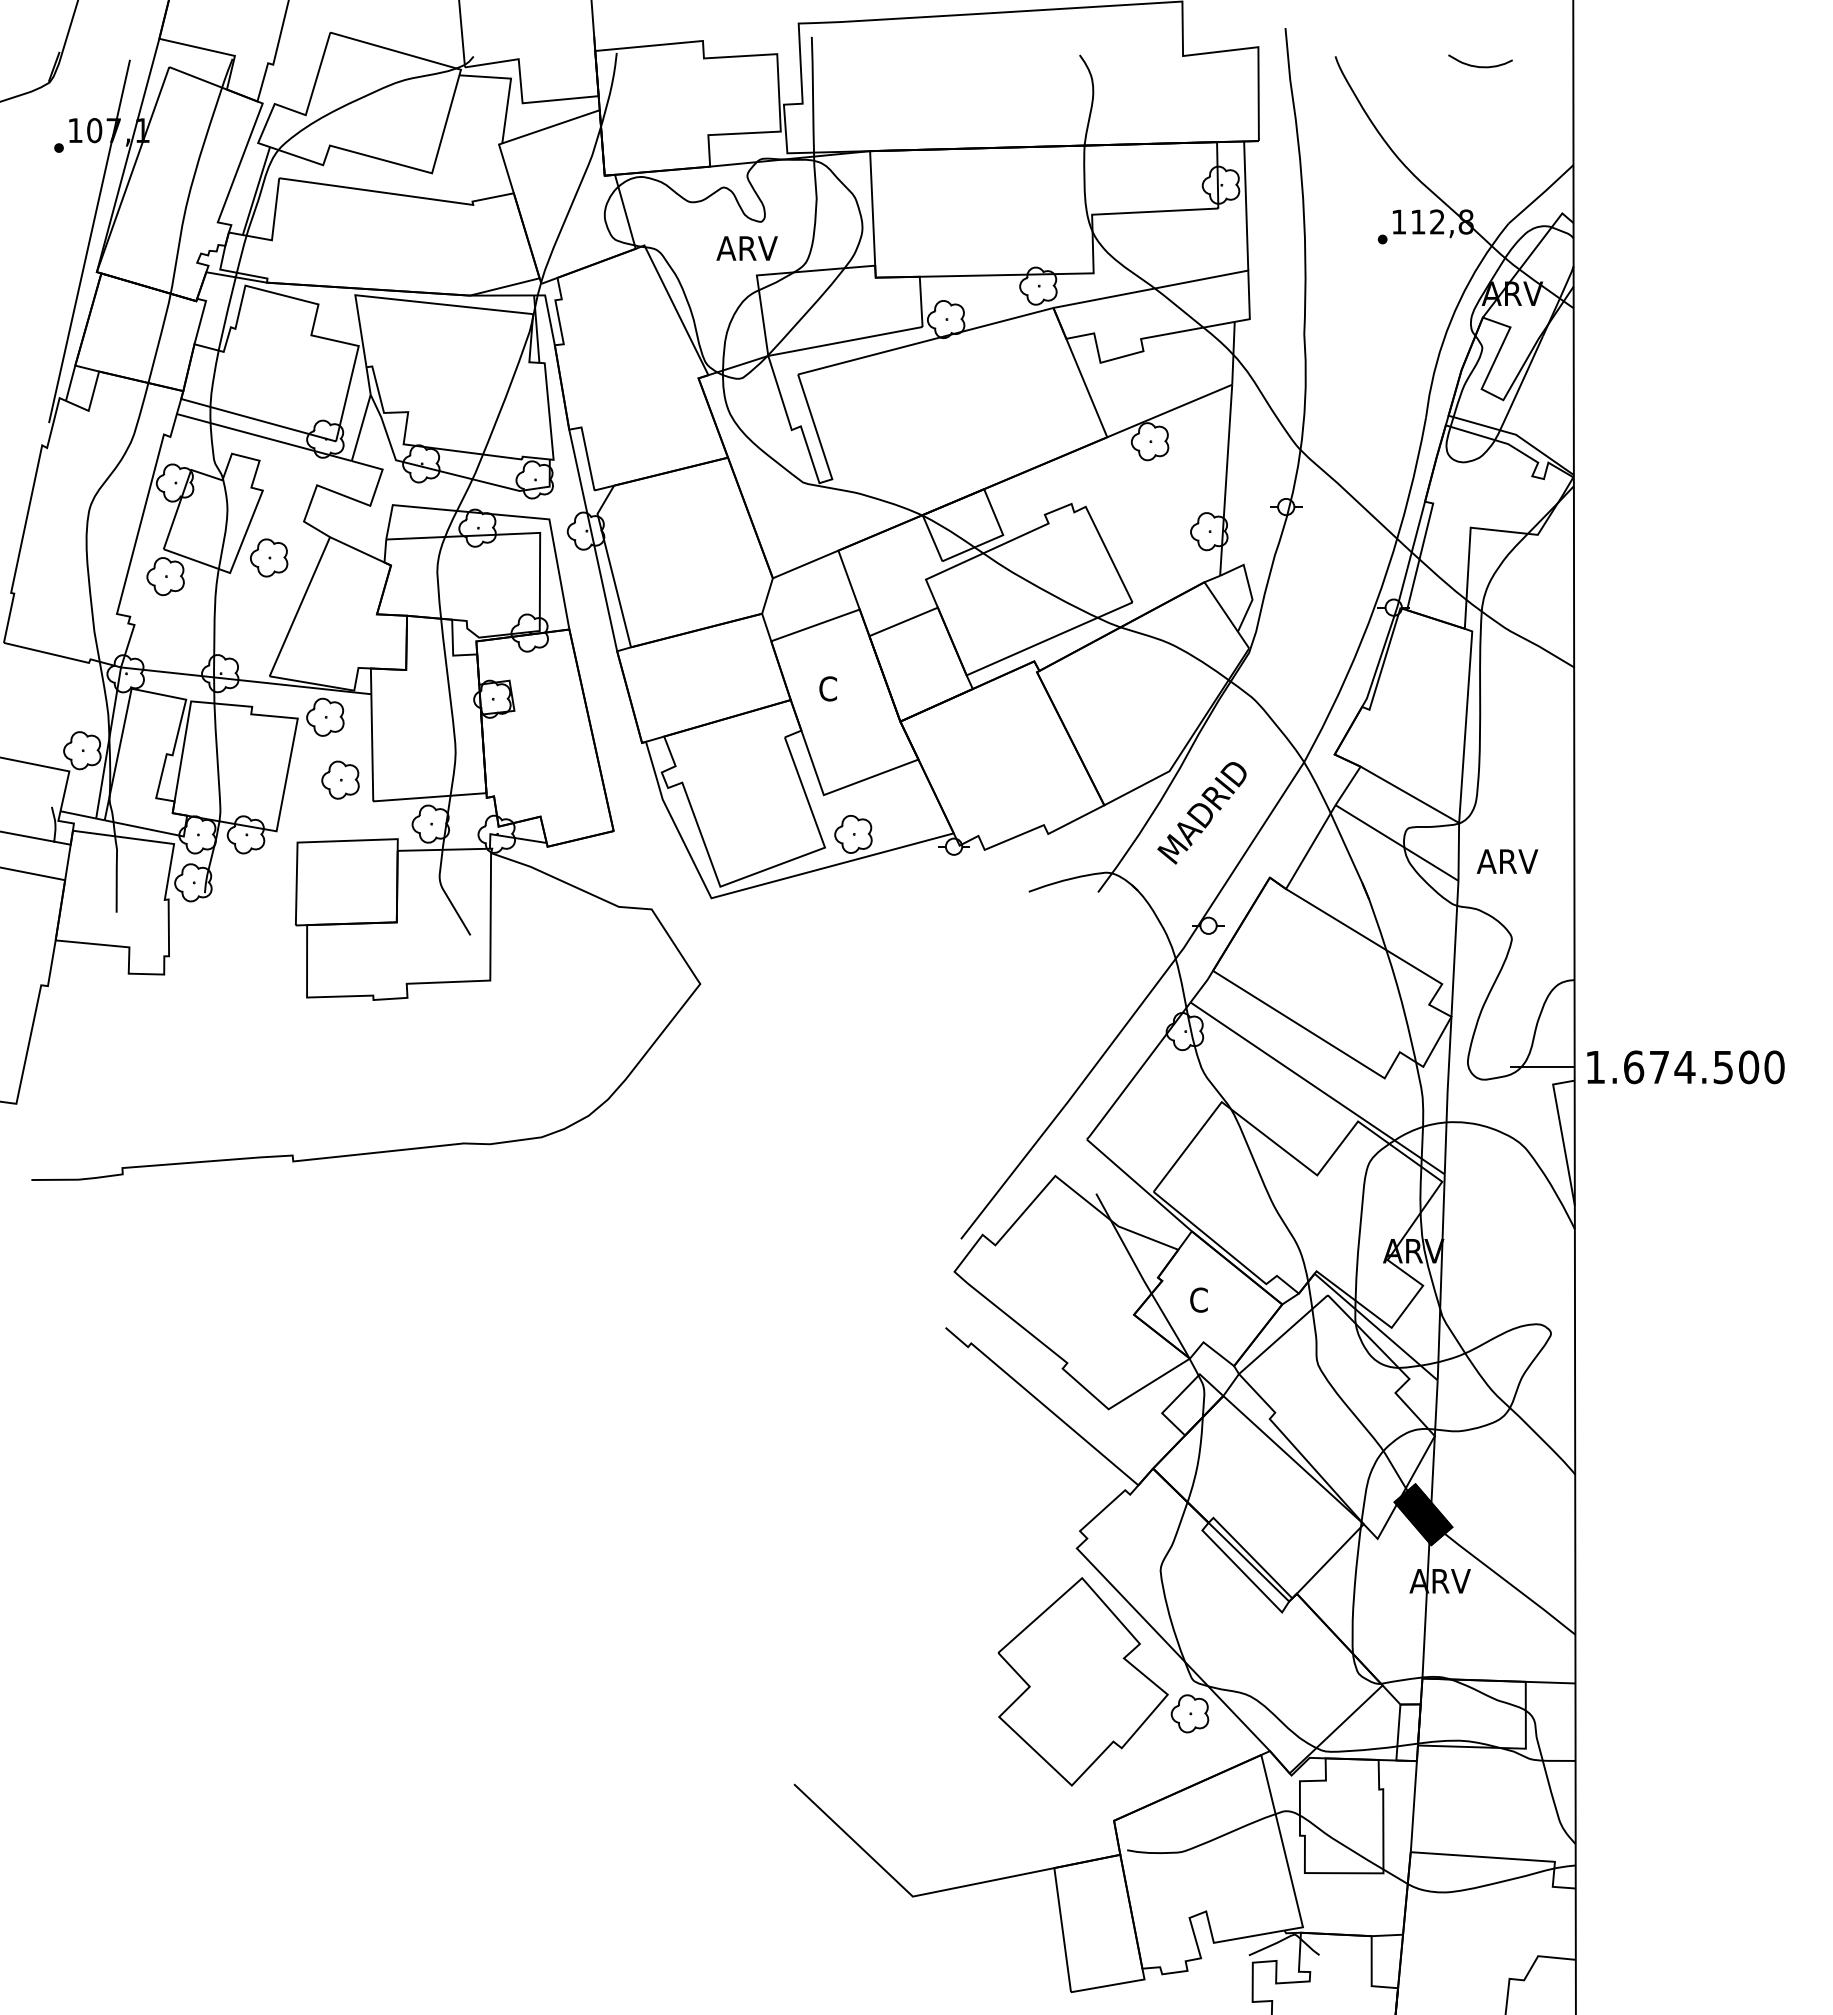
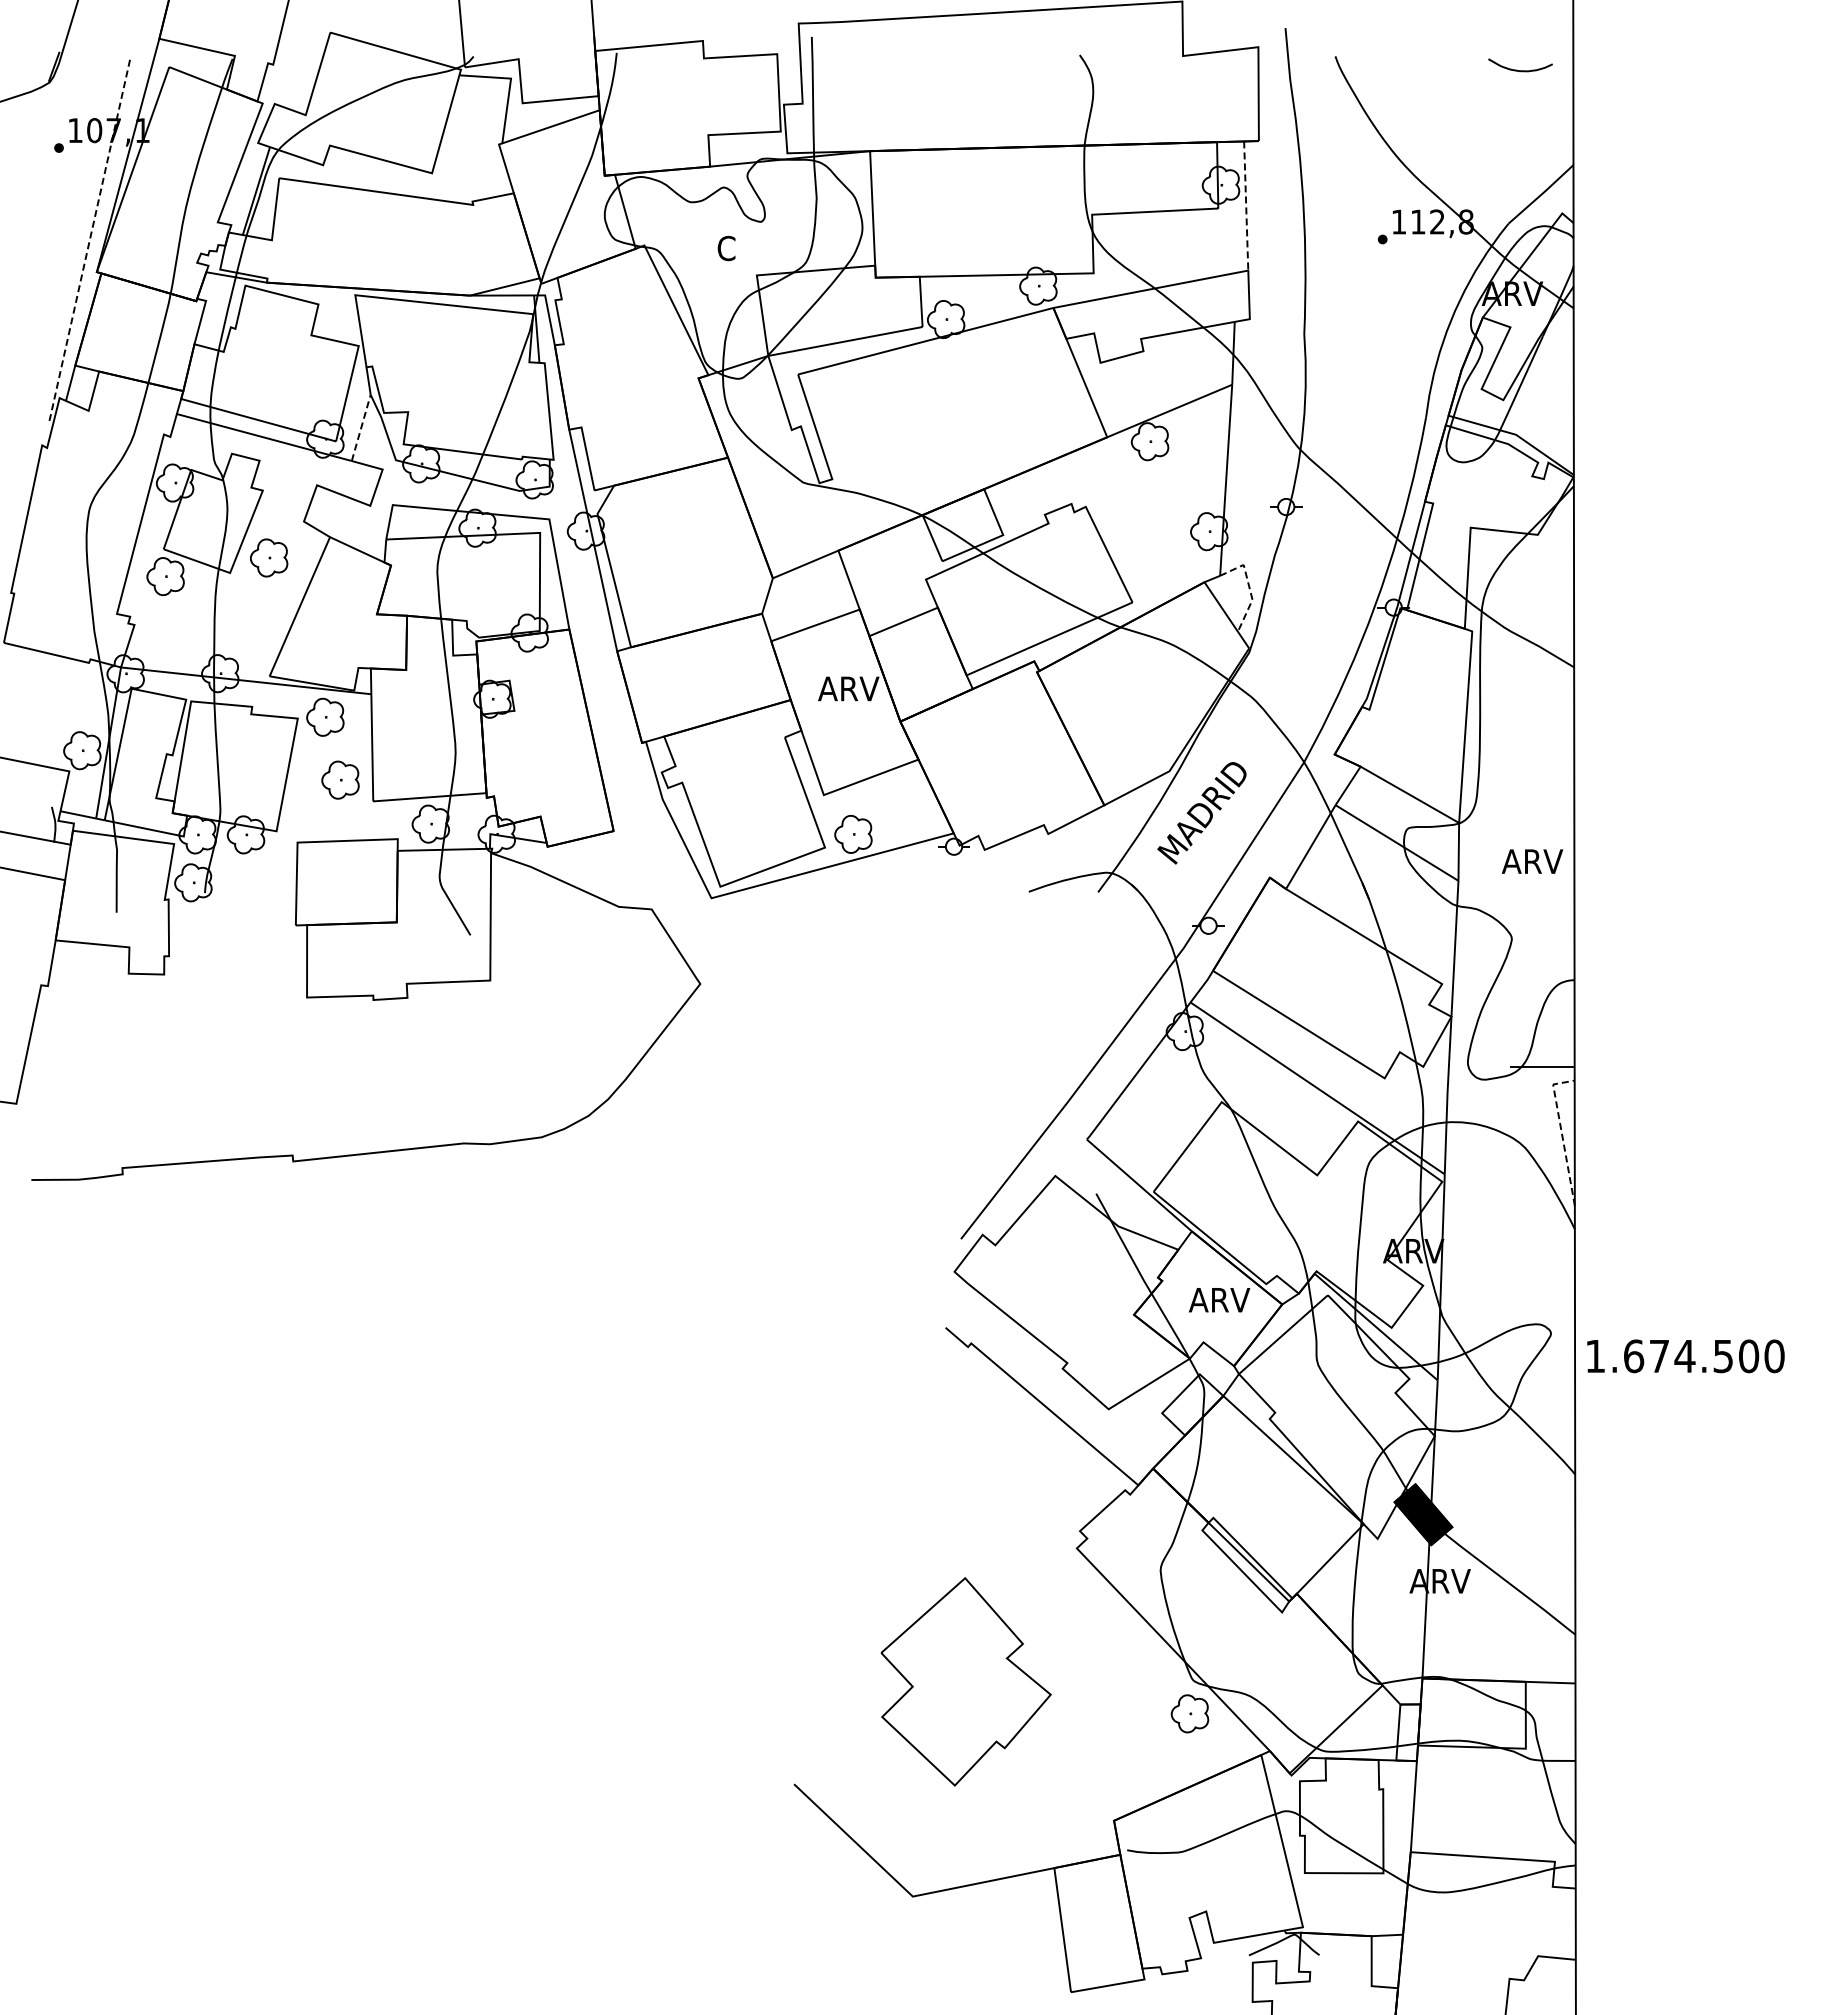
curve at (1477, 65) position: (1477, 65) -> (1517, 69)
line at (1246, 206): solid -> dashed
line at (89, 241): solid -> dashed
text at (746, 248): ARV -> C
line at (361, 427): solid -> dashed
line at (1249, 587): solid -> dashed
text at (848, 688): C -> ARV
text at (1507, 861) position: (1507, 861) -> (1532, 861)
text at (1685, 1067) position: (1685, 1067) -> (1685, 1356)
line at (1561, 1133): solid -> dashed
text at (1219, 1299): C -> ARV
part at (1082, 1681) position: (1082, 1681) -> (965, 1681)
